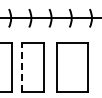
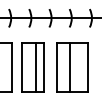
line at (21, 66): dashed -> solid
line at (35, 66): none -> present
line at (70, 66): none -> present
